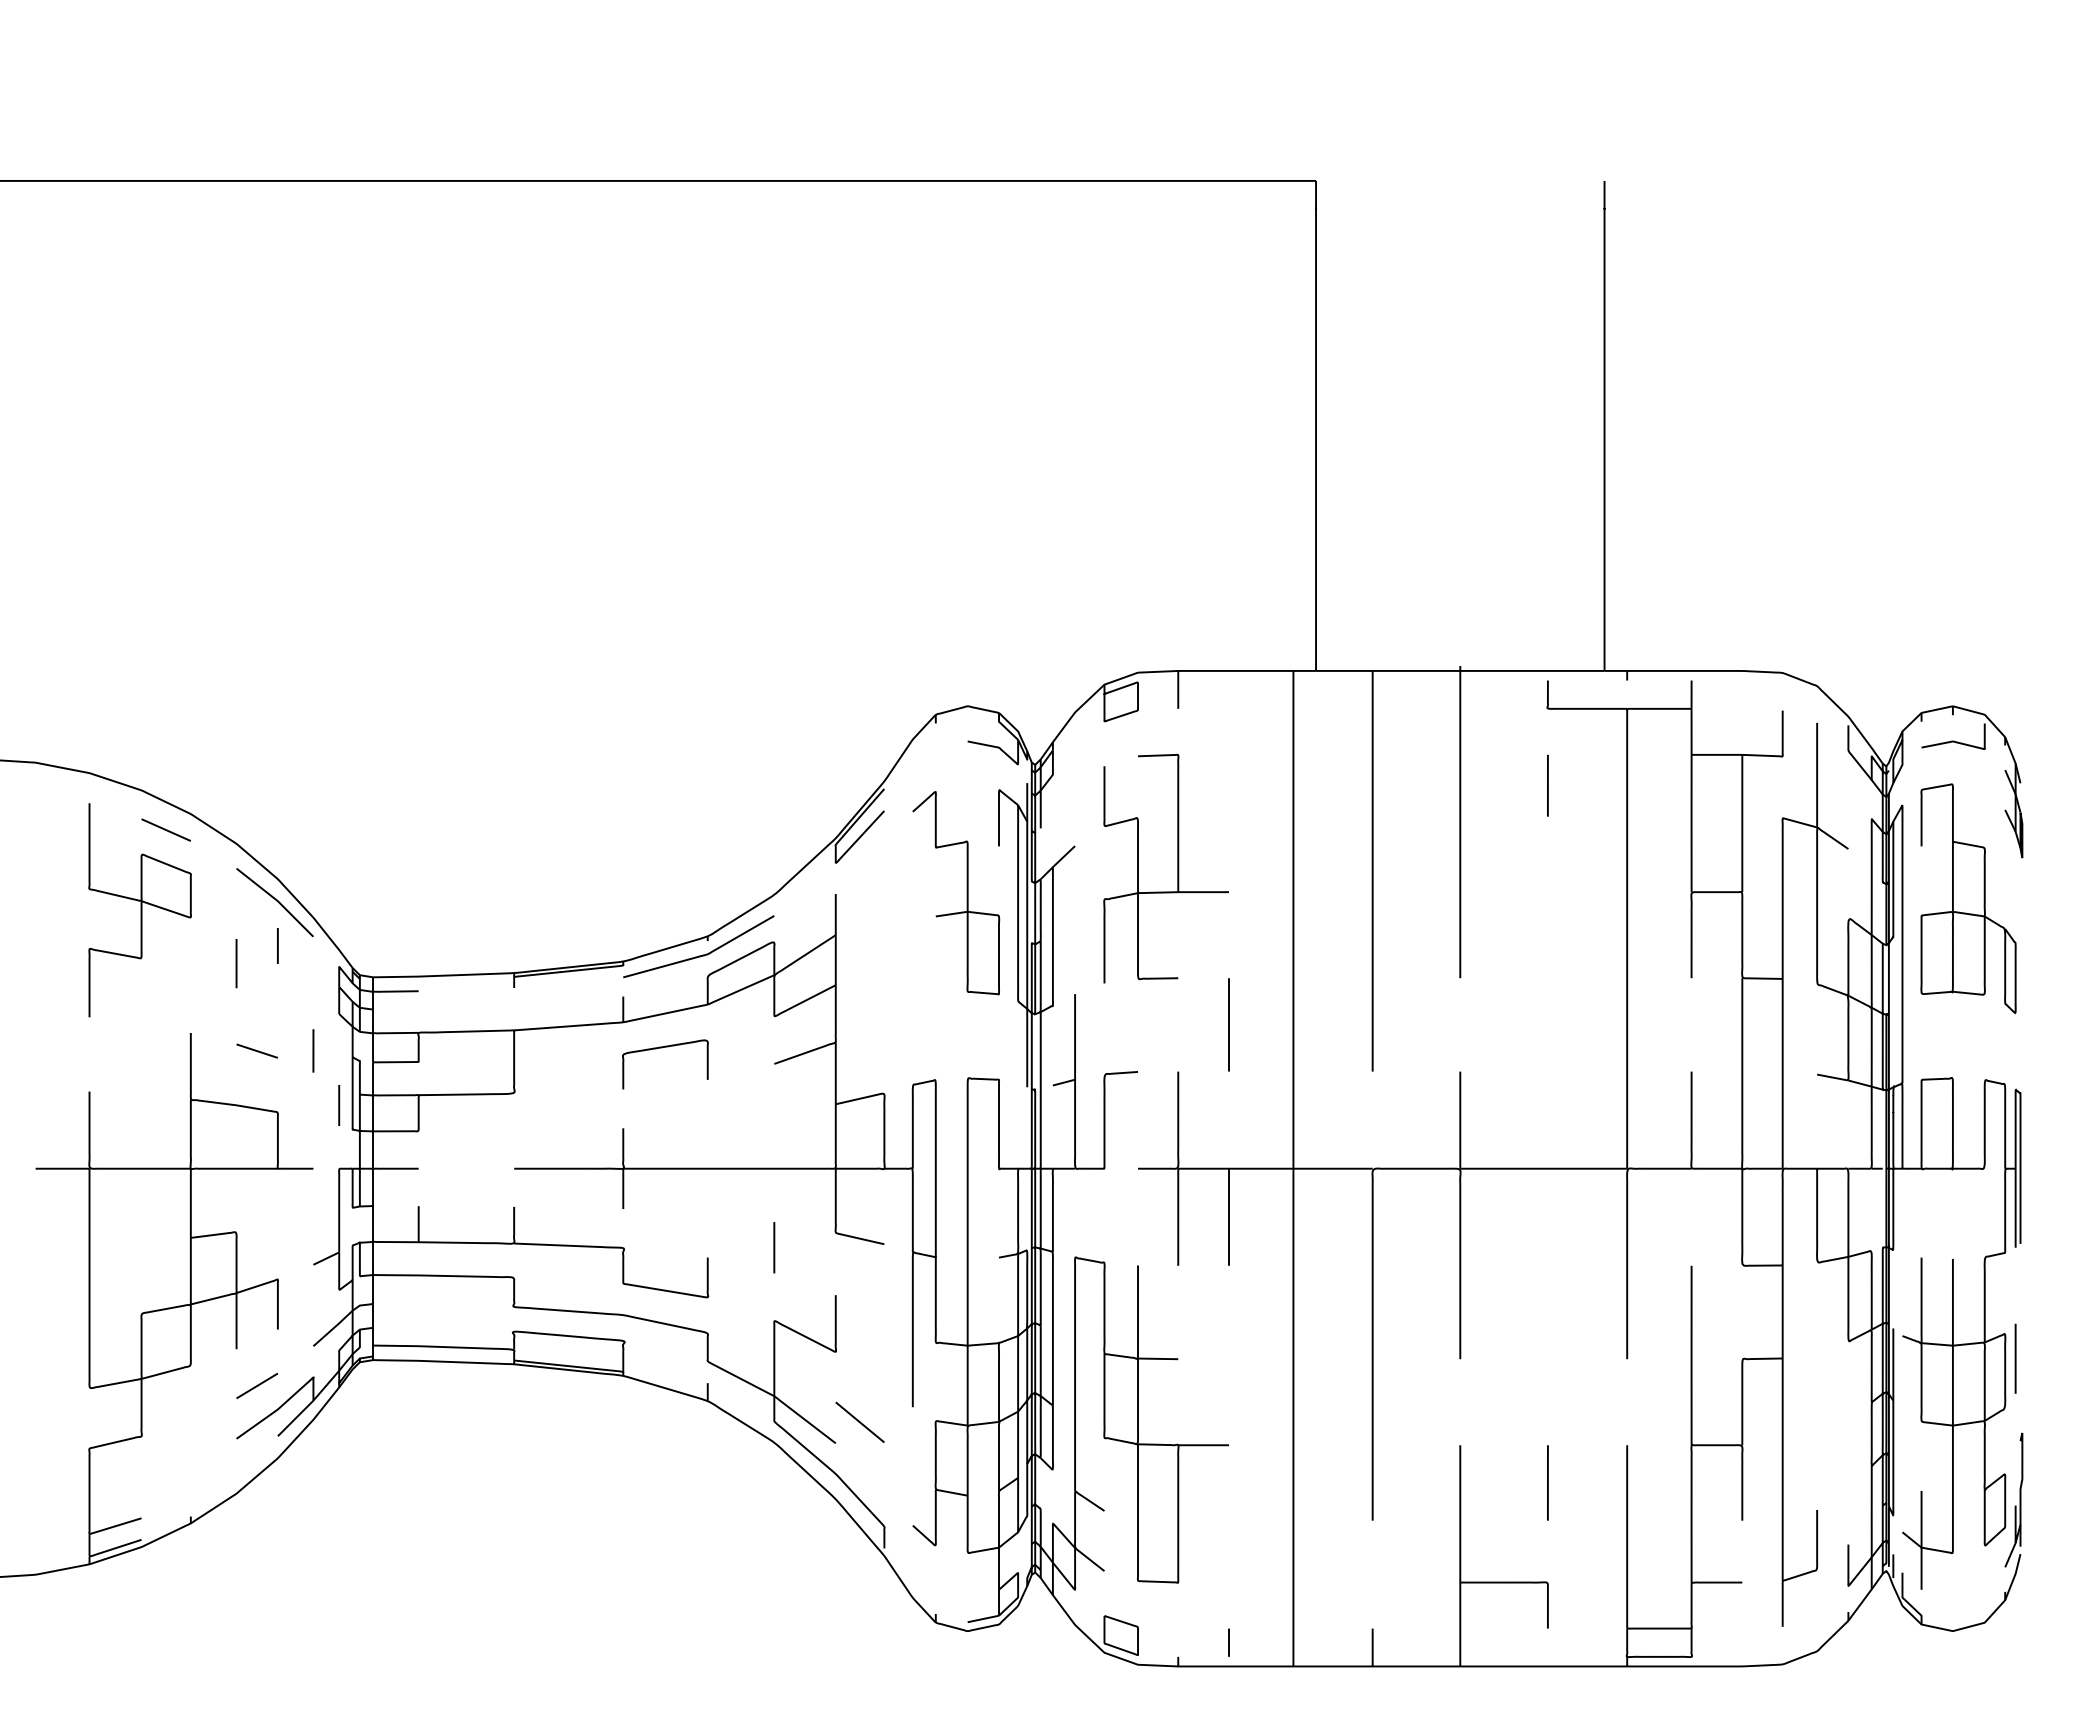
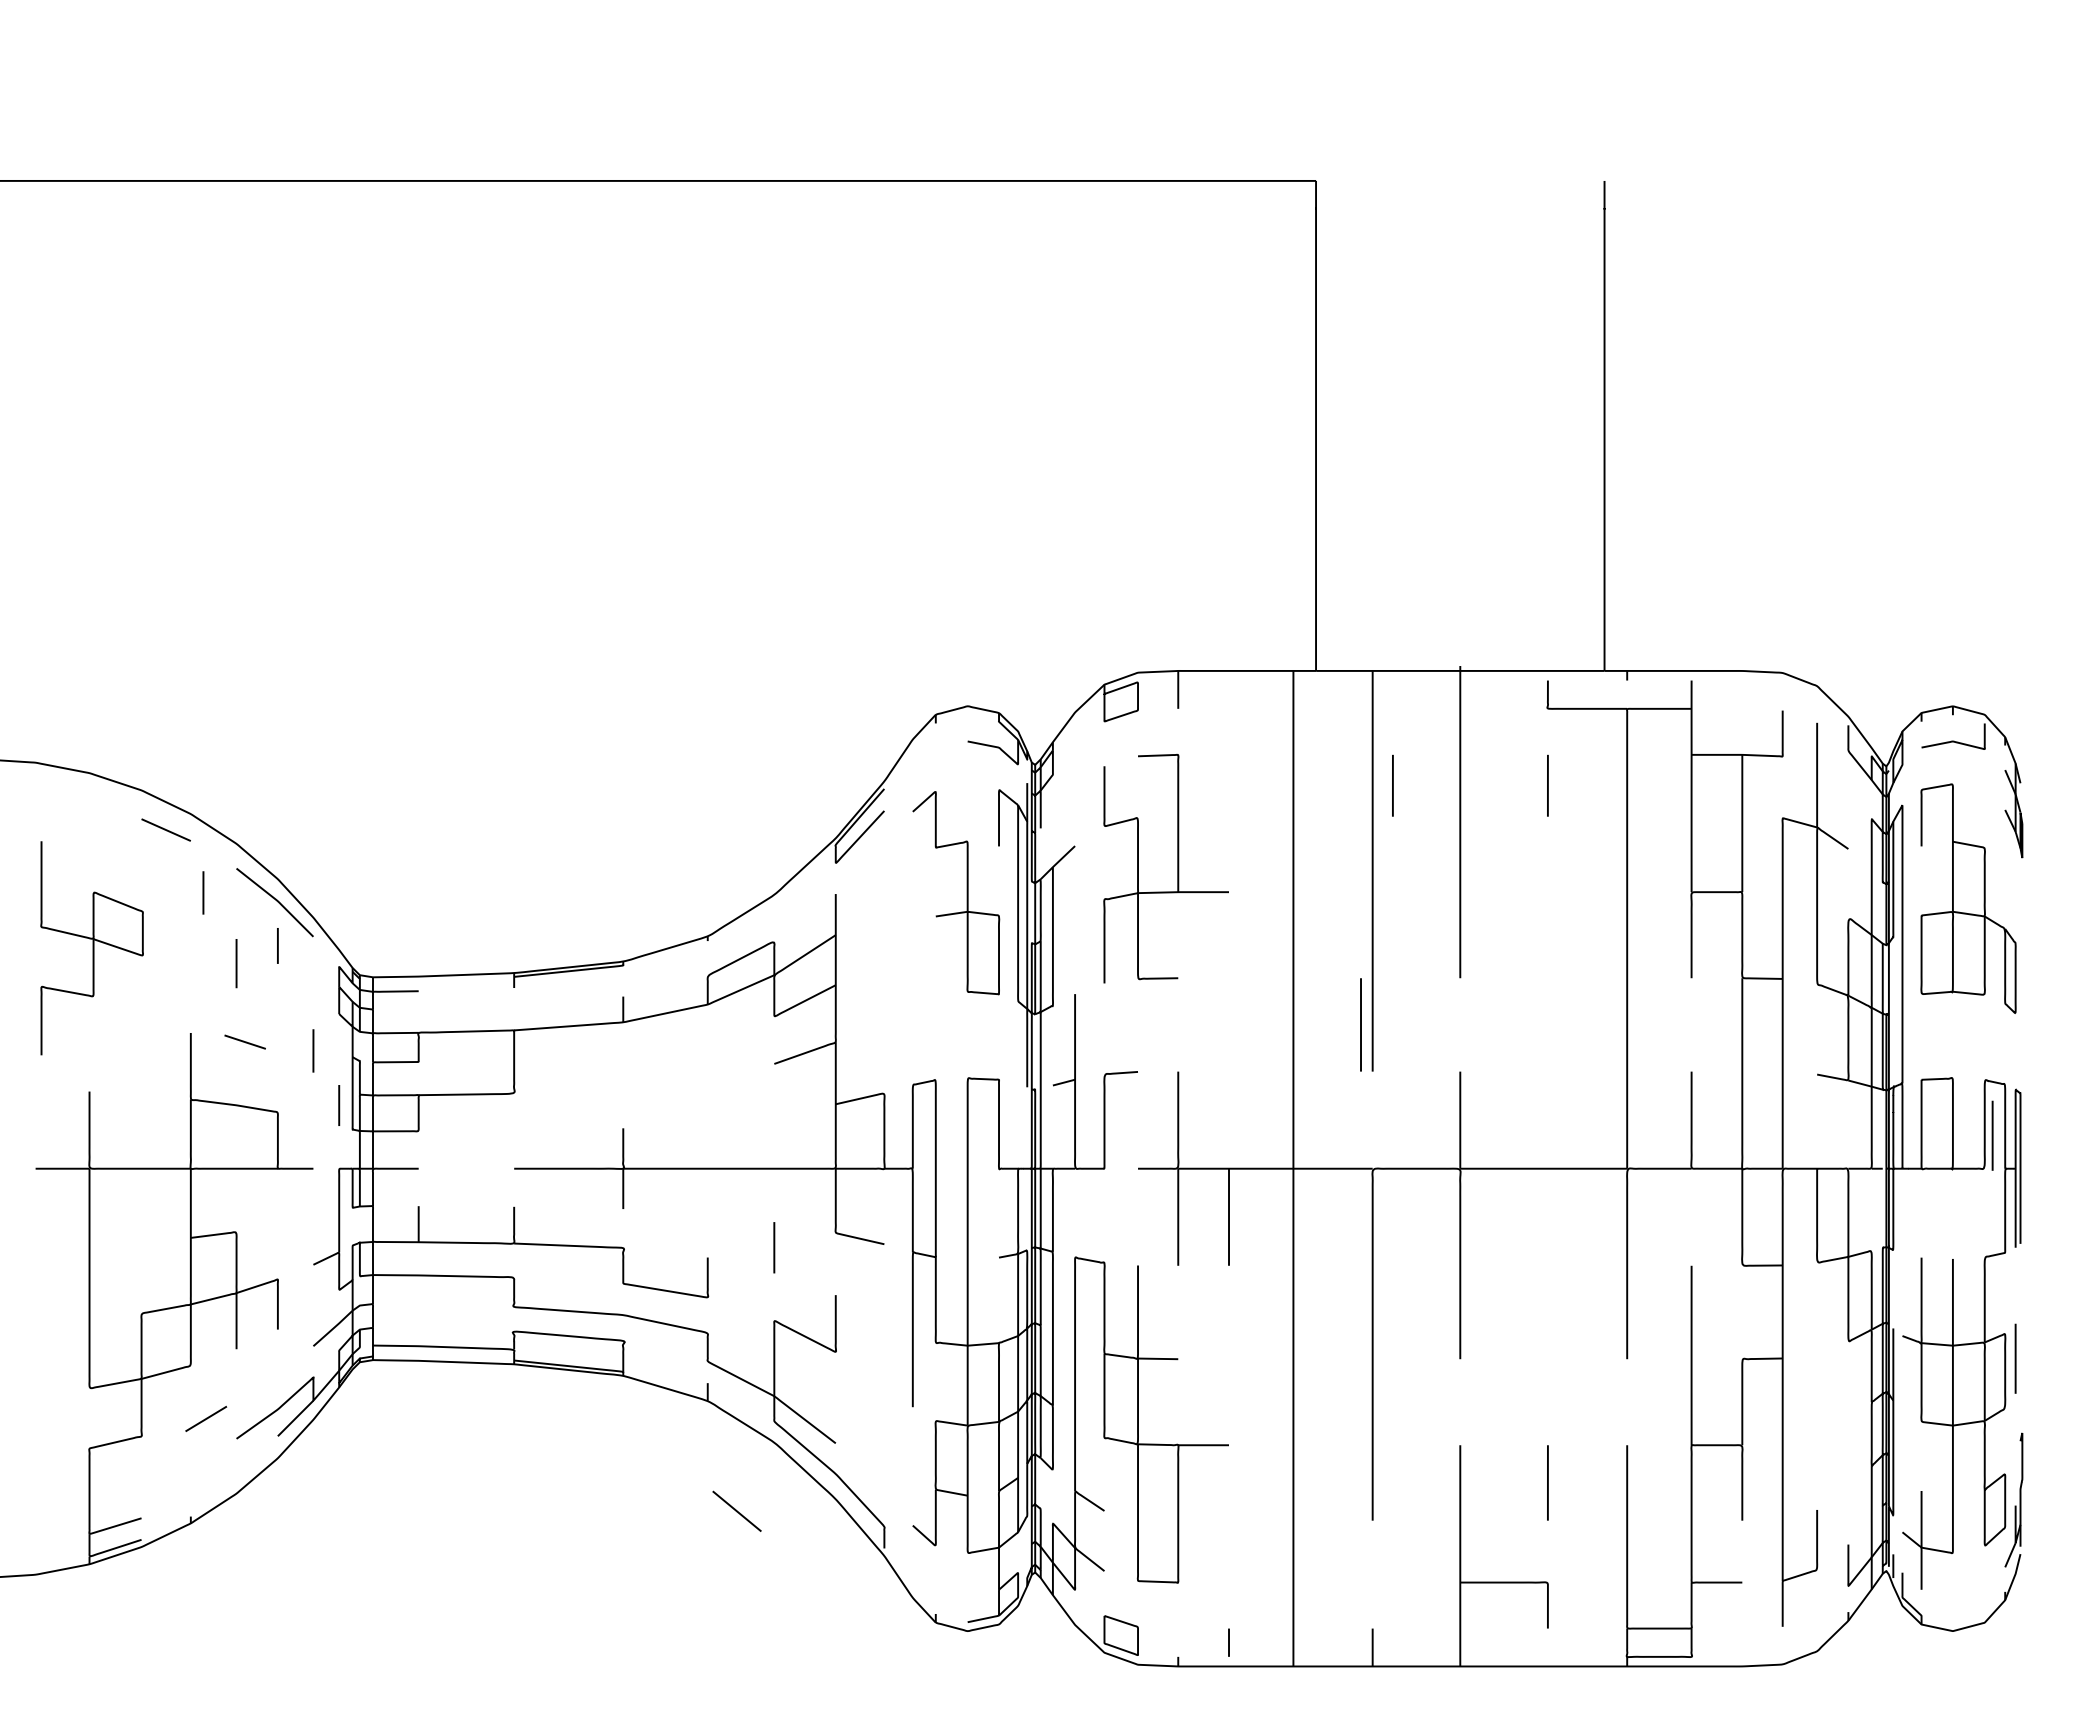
line at (1392, 785): none -> present
line at (203, 892): none -> present
part at (139, 910) position: (139, 910) -> (91, 948)
curve at (702, 954): present -> none
line at (1228, 1024) position: (1228, 1024) -> (1360, 1024)
curve at (662, 1048): present -> none
line at (256, 1050) position: (256, 1050) -> (244, 1041)
line at (1992, 1135): none -> present
line at (257, 1385) position: (257, 1385) -> (206, 1418)
line at (859, 1421) position: (859, 1421) -> (736, 1510)
